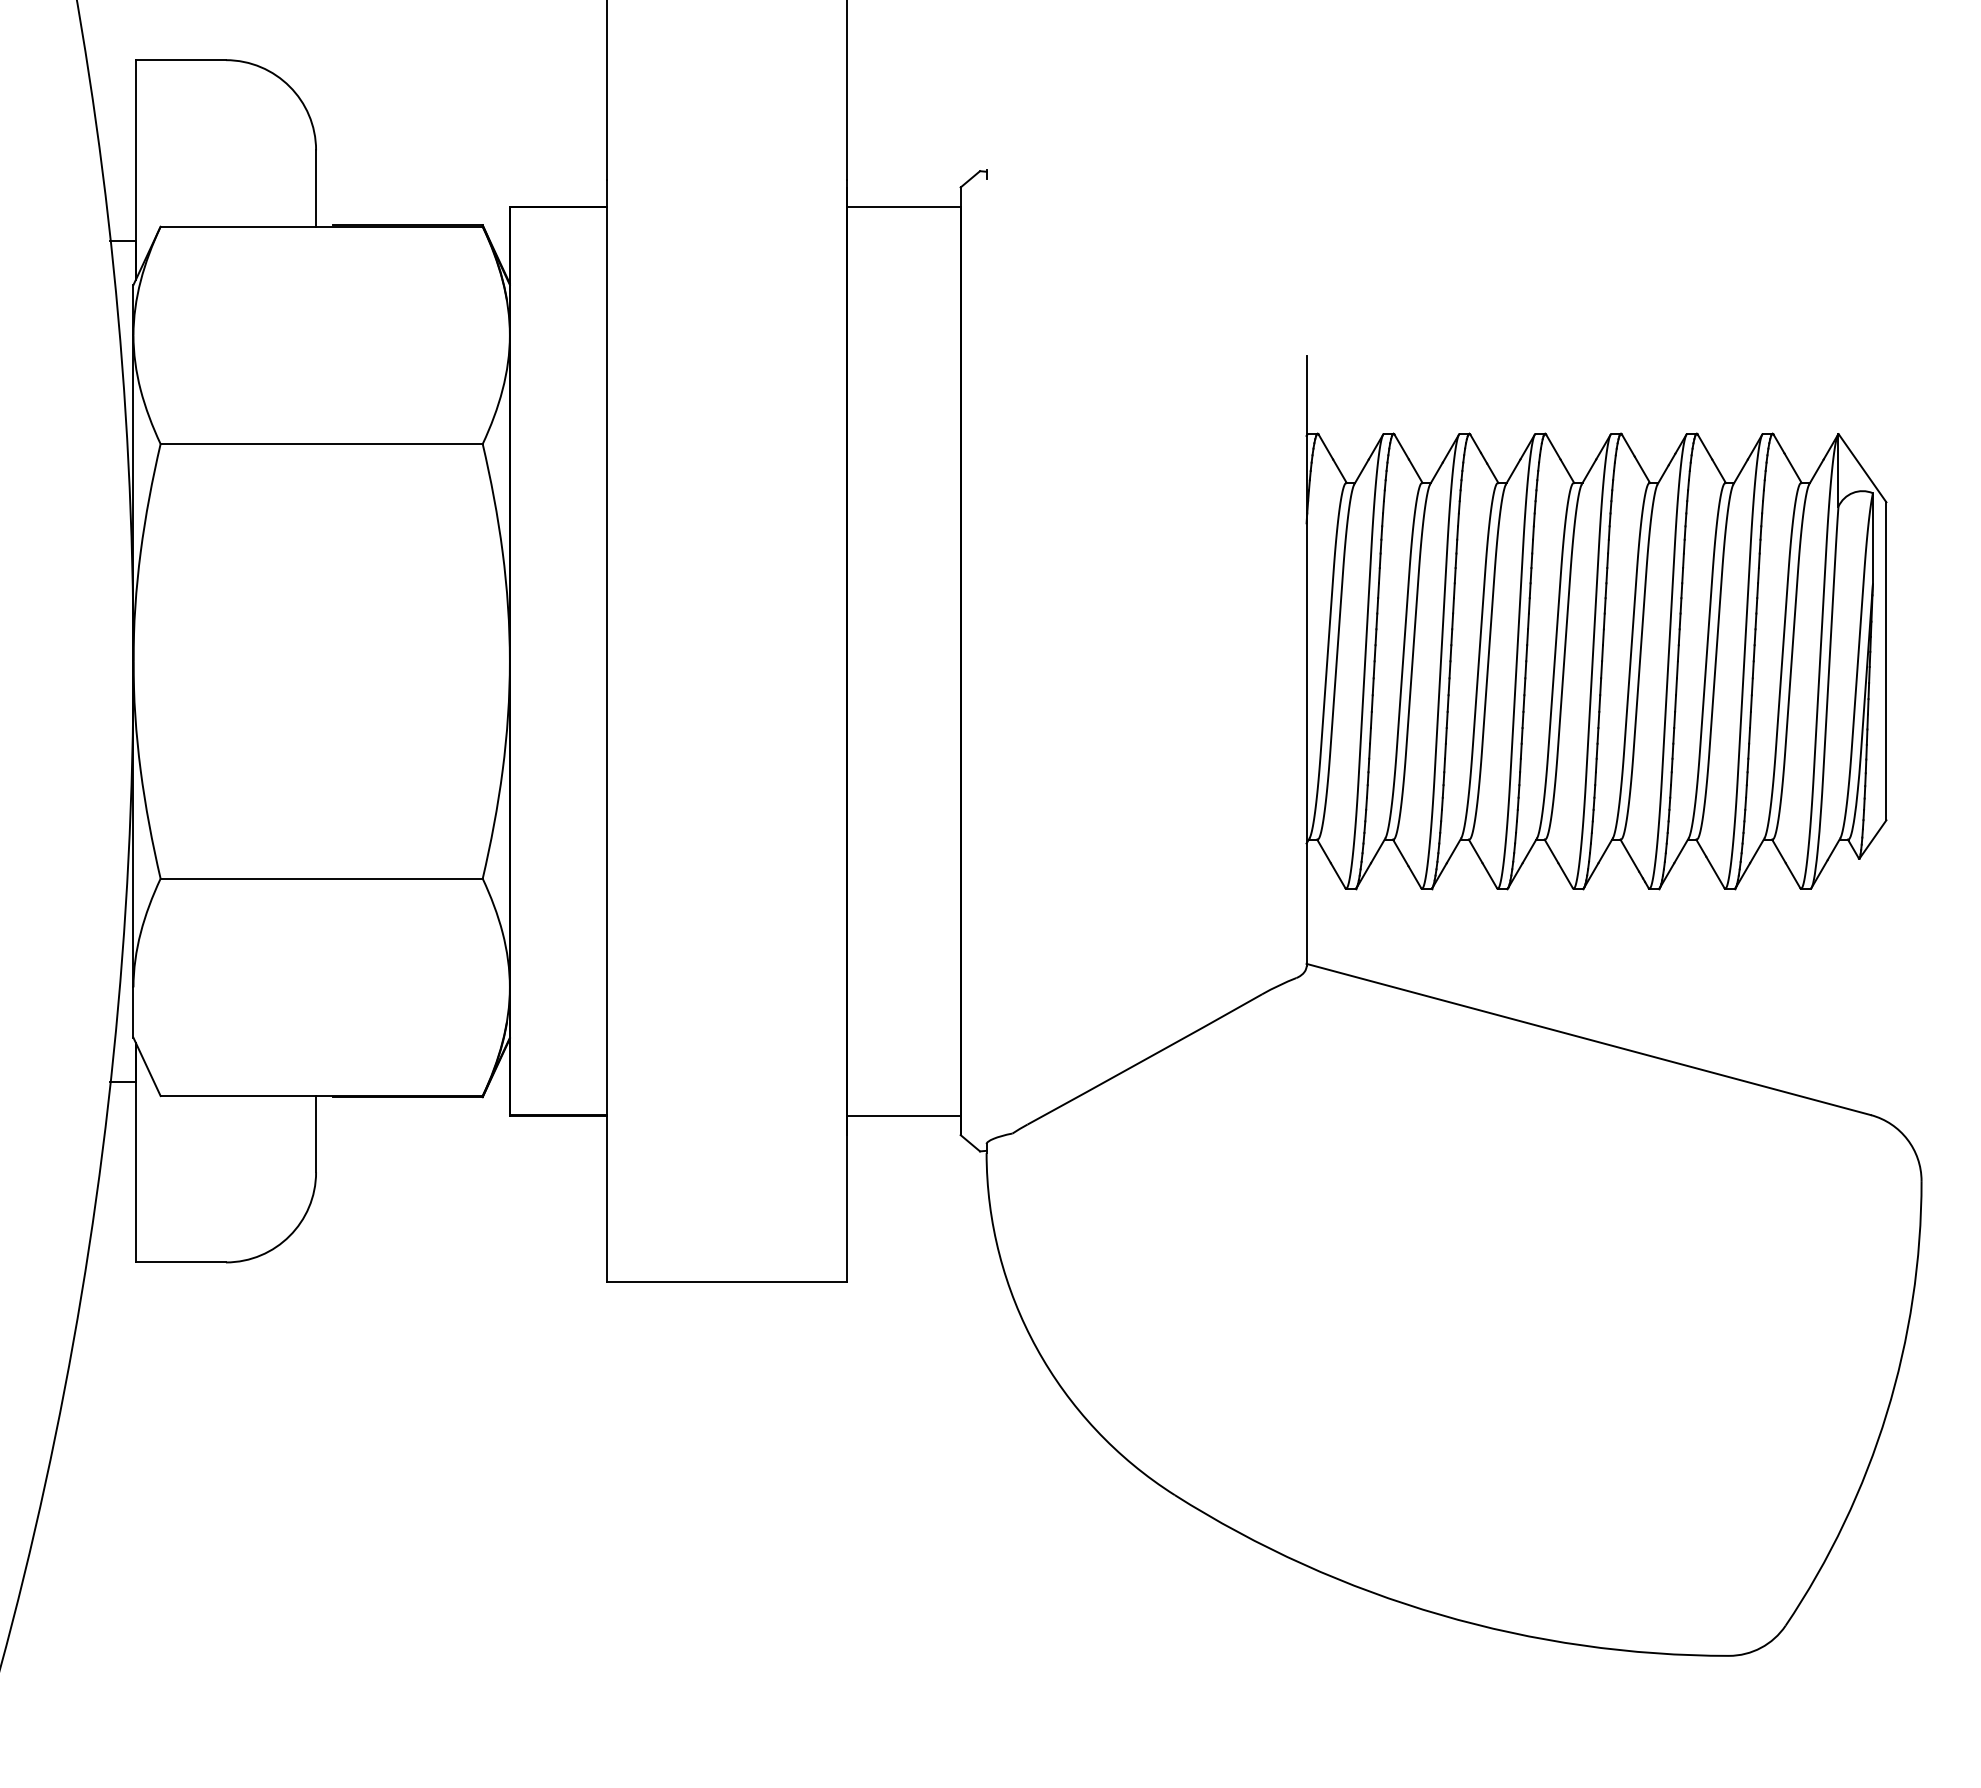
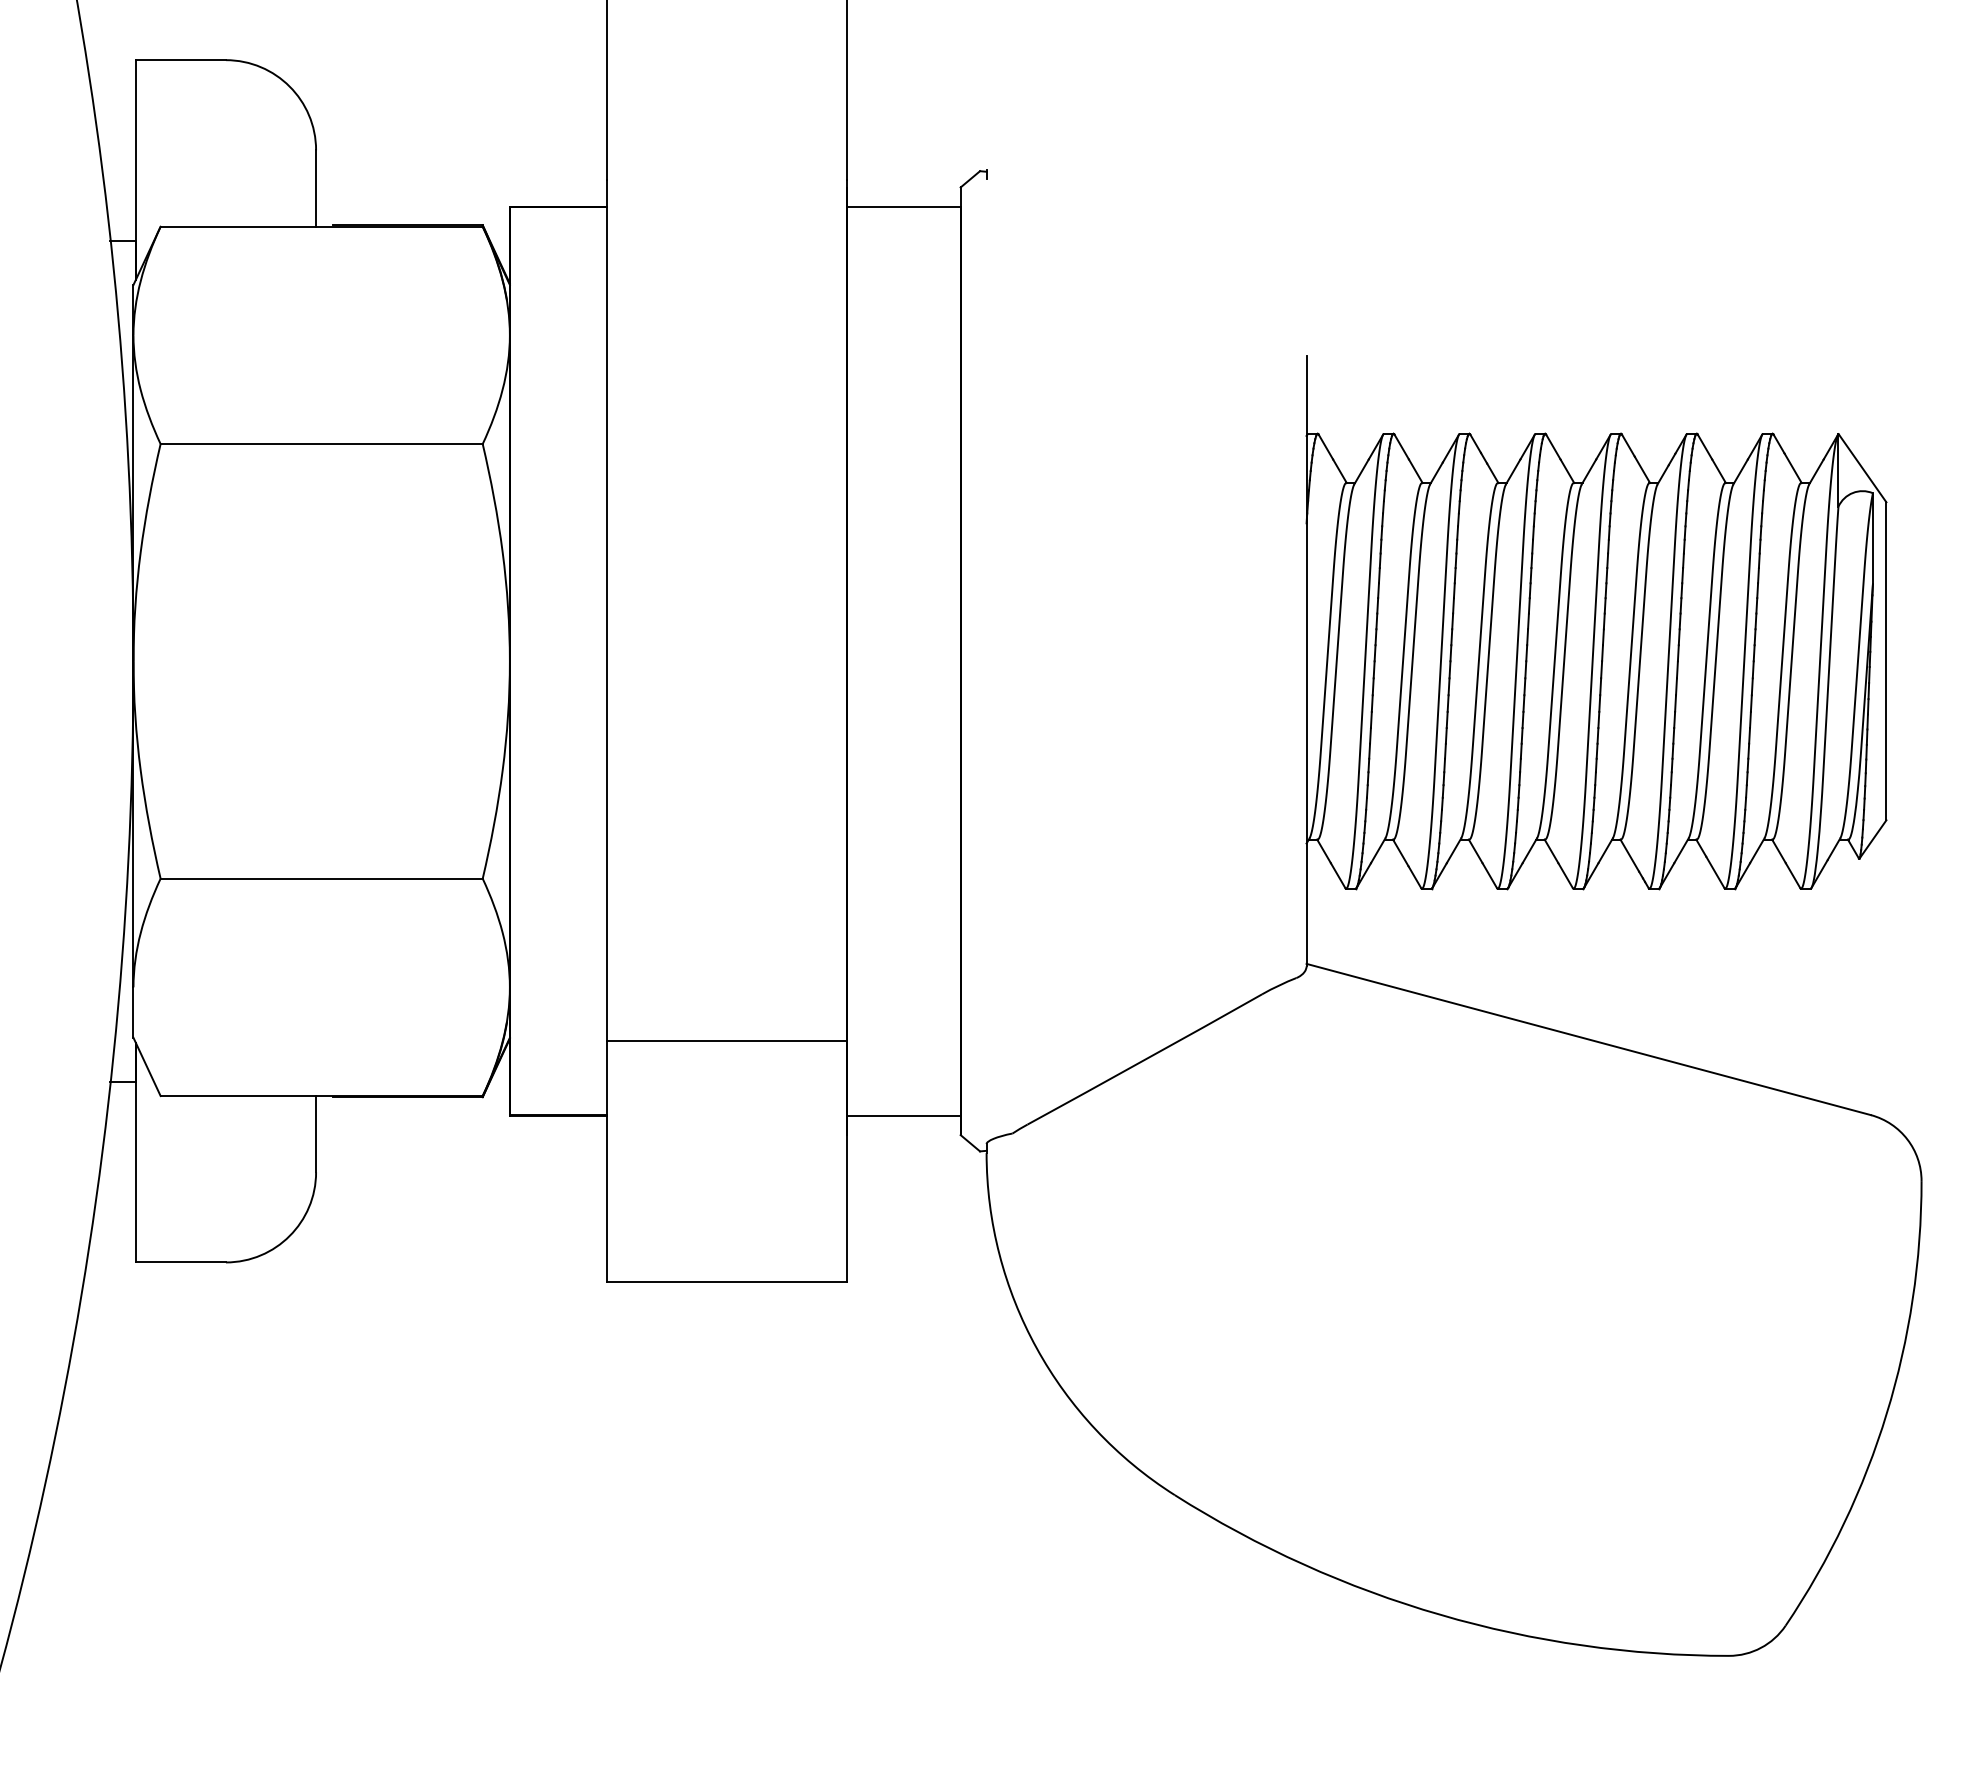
line at (726, 1041): none -> present
